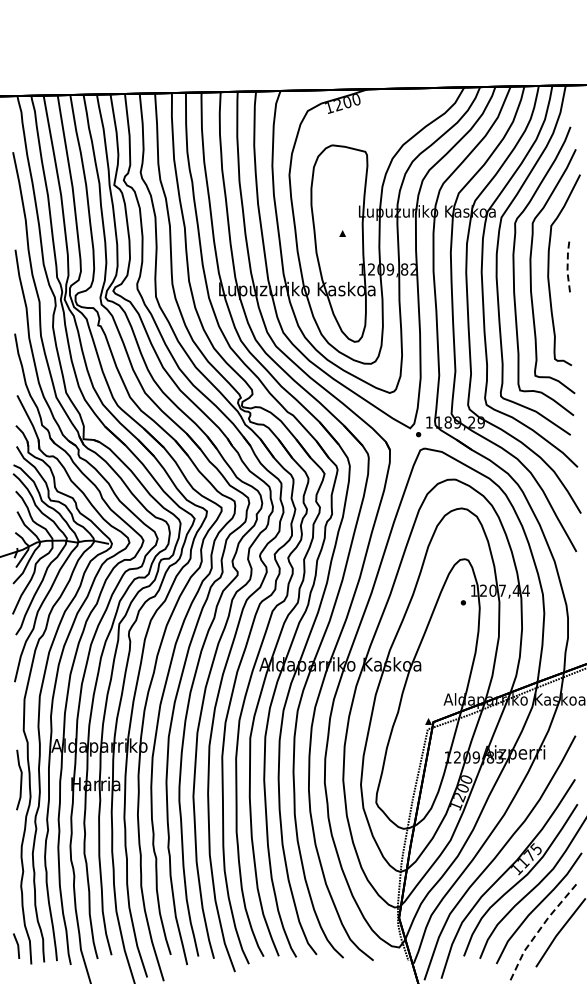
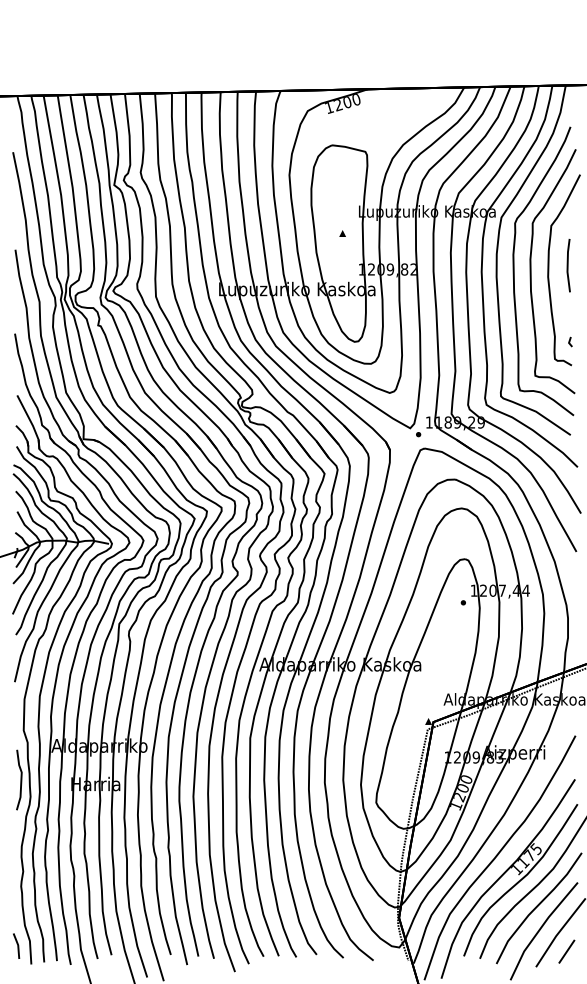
line at (567, 265): dashed -> solid
line at (570, 341): none -> present
line at (540, 928): dashed -> solid
line at (566, 951): none -> present
